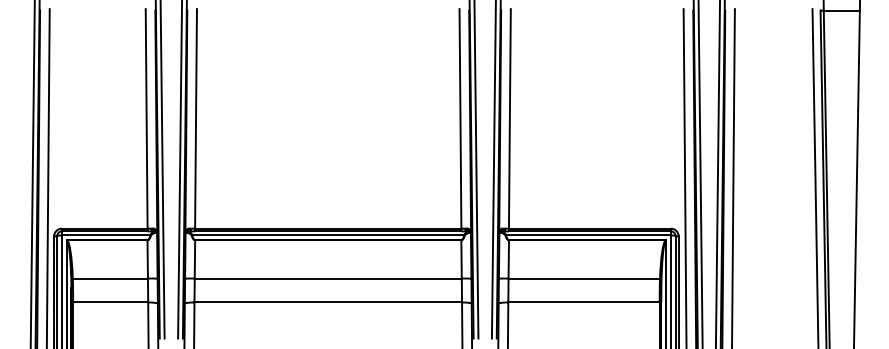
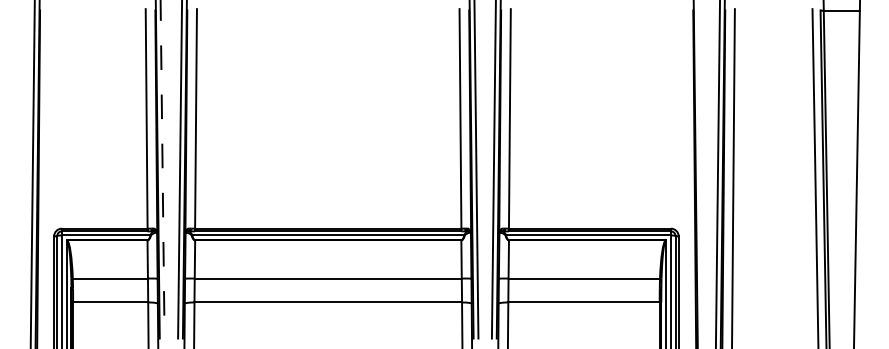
line at (162, 169): solid -> dashed
line at (700, 173): present -> none
line at (47, 177): present -> none
line at (684, 177): present -> none
